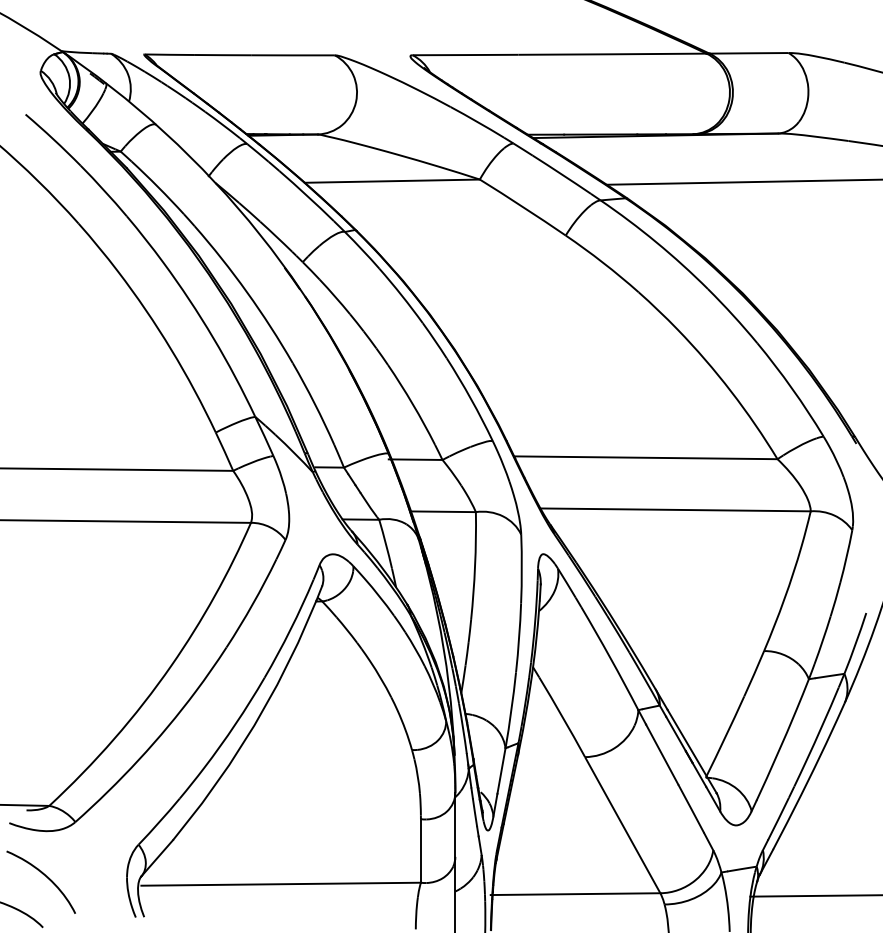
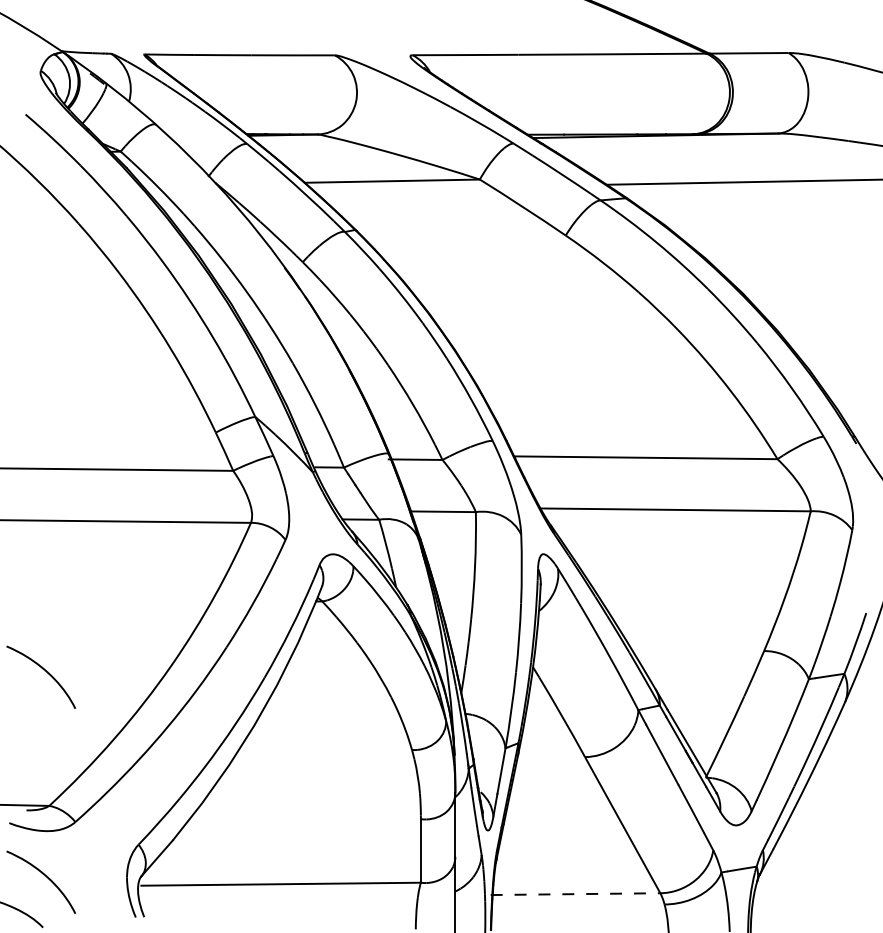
curve at (43, 670): none -> present
line at (575, 894): solid -> dashed
line at (814, 895): present -> none
